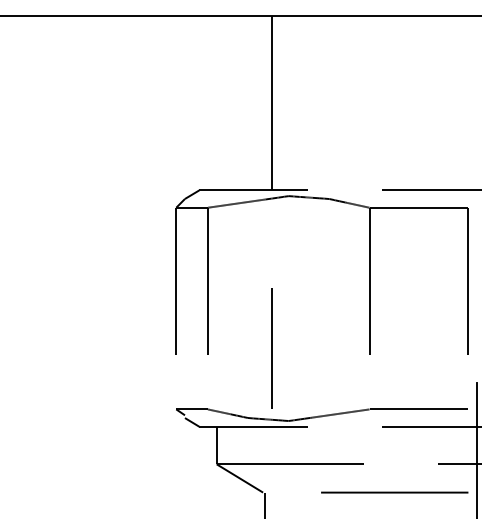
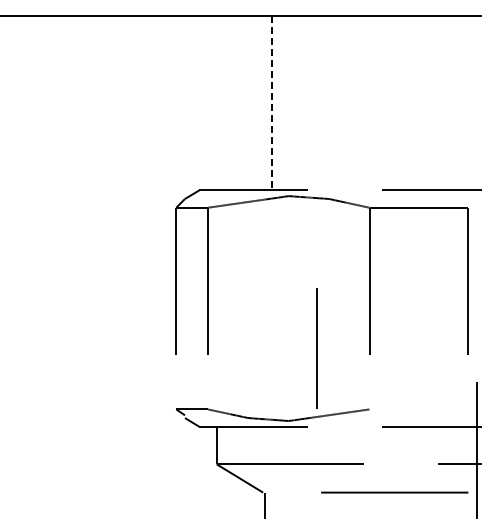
line at (271, 103): solid -> dashed
line at (271, 348) position: (271, 348) -> (316, 348)
line at (418, 409): present -> none
